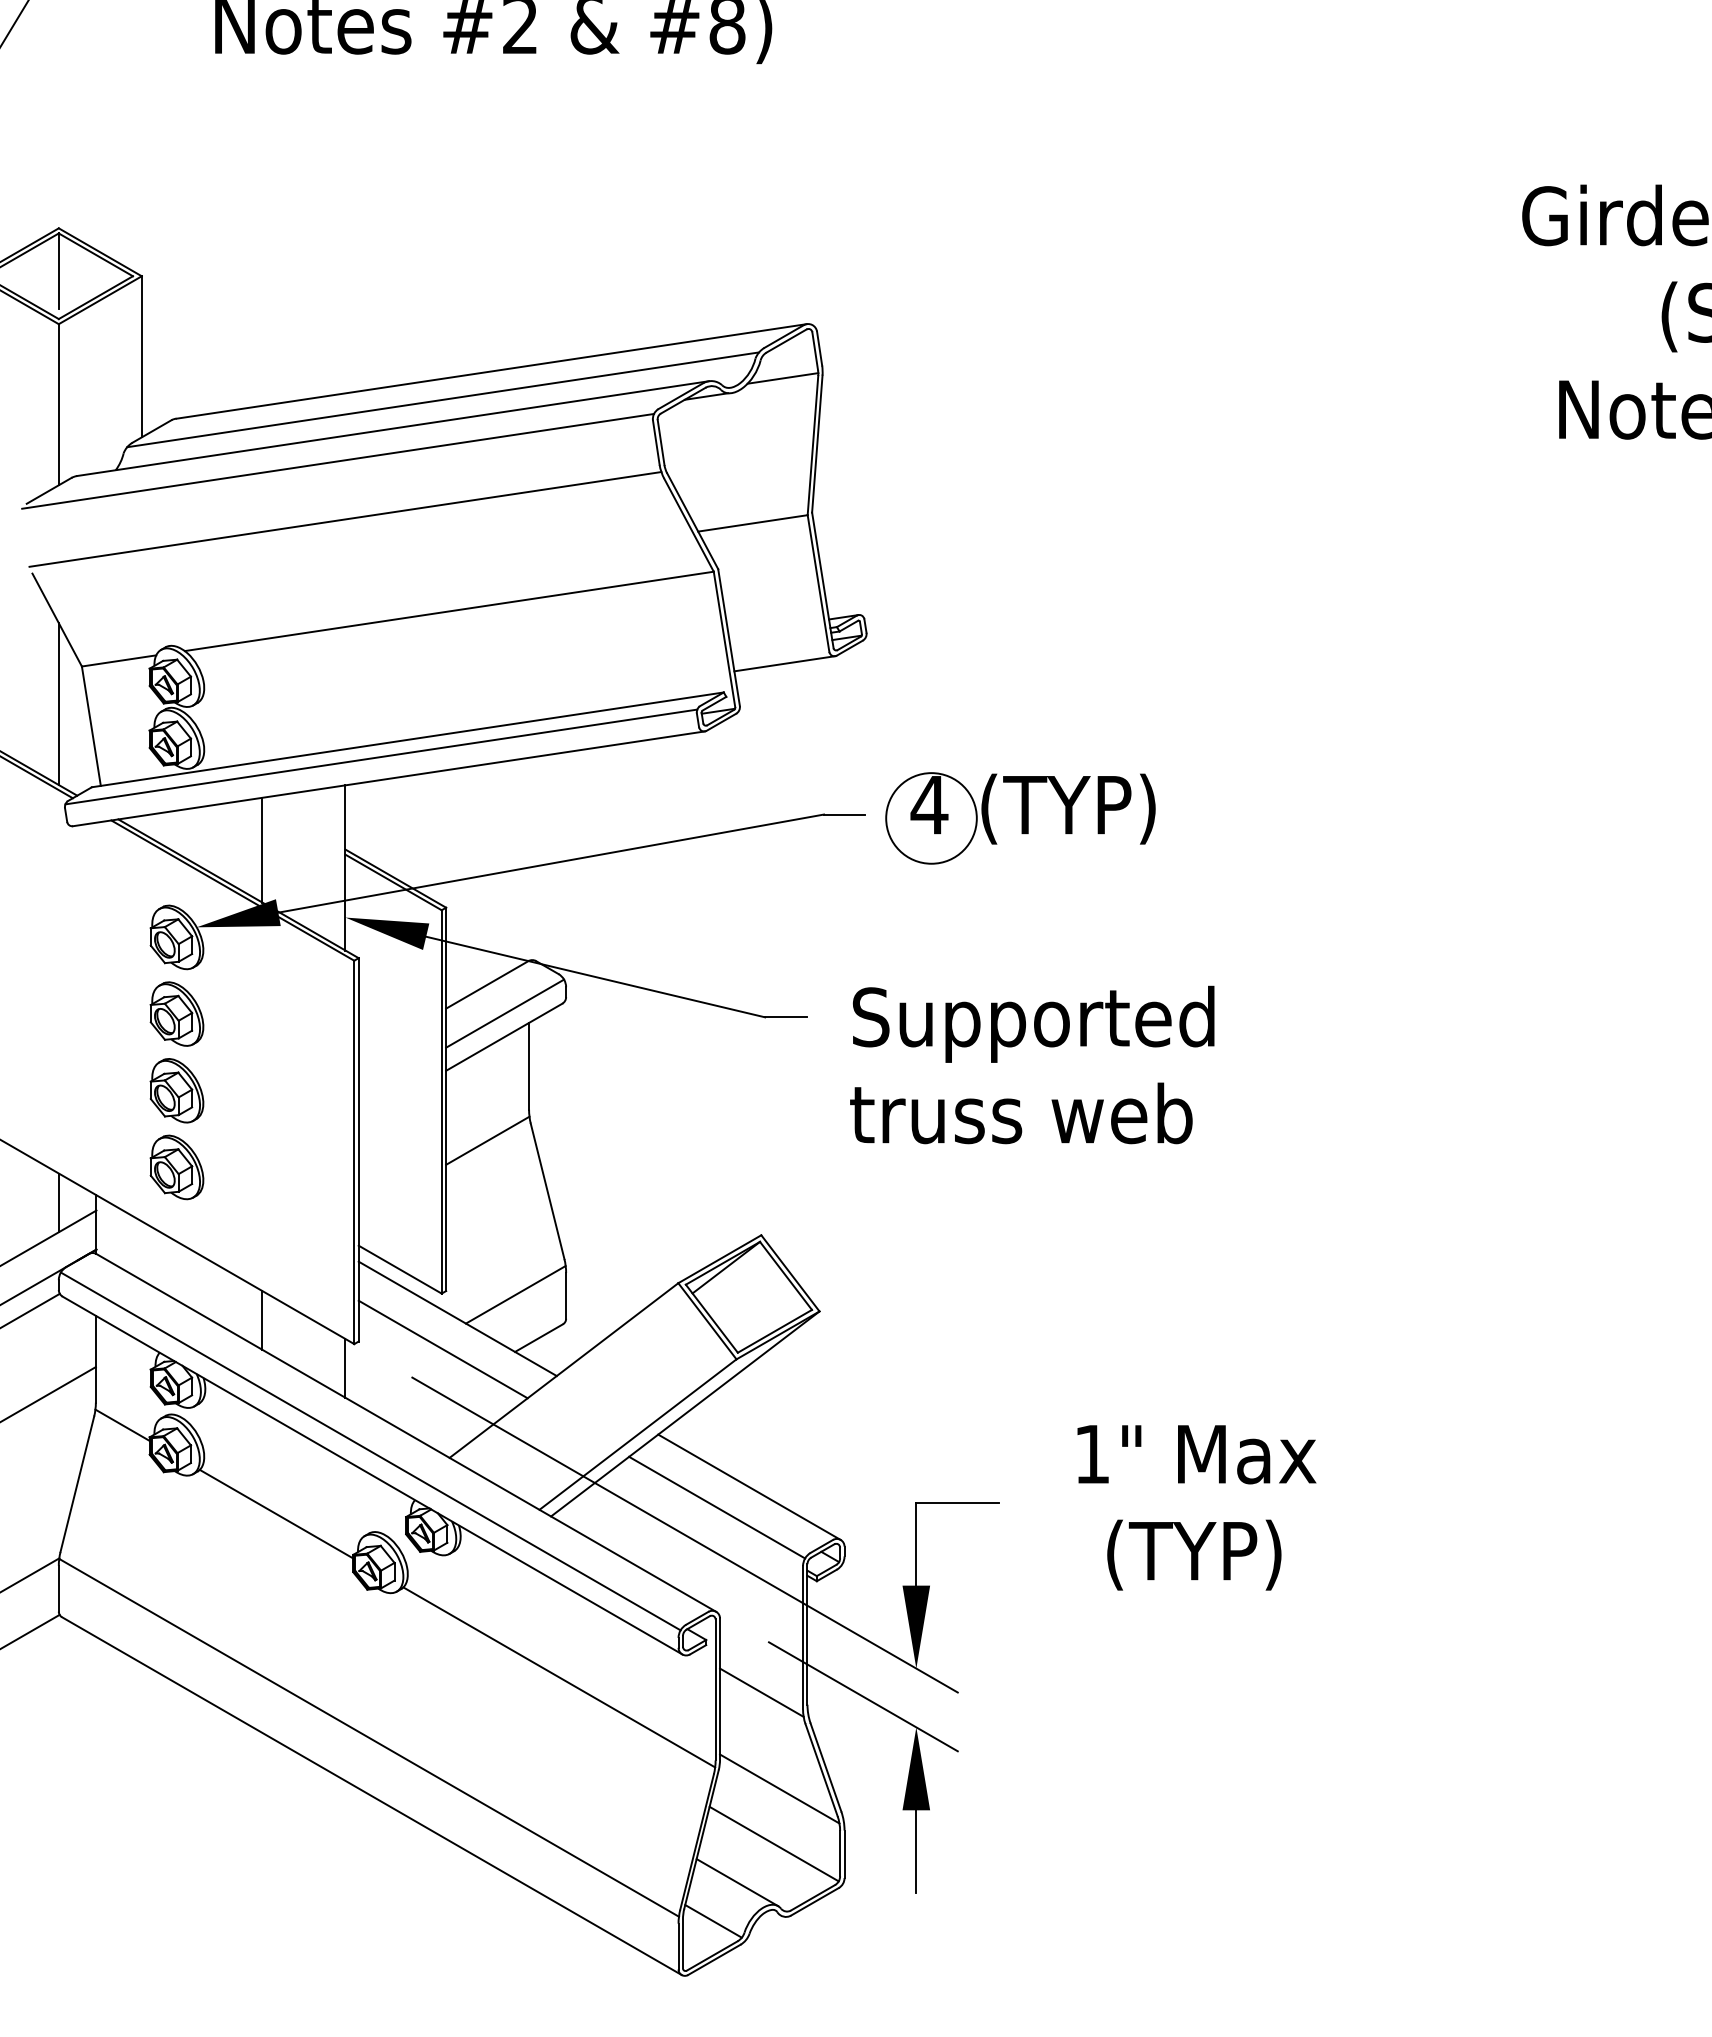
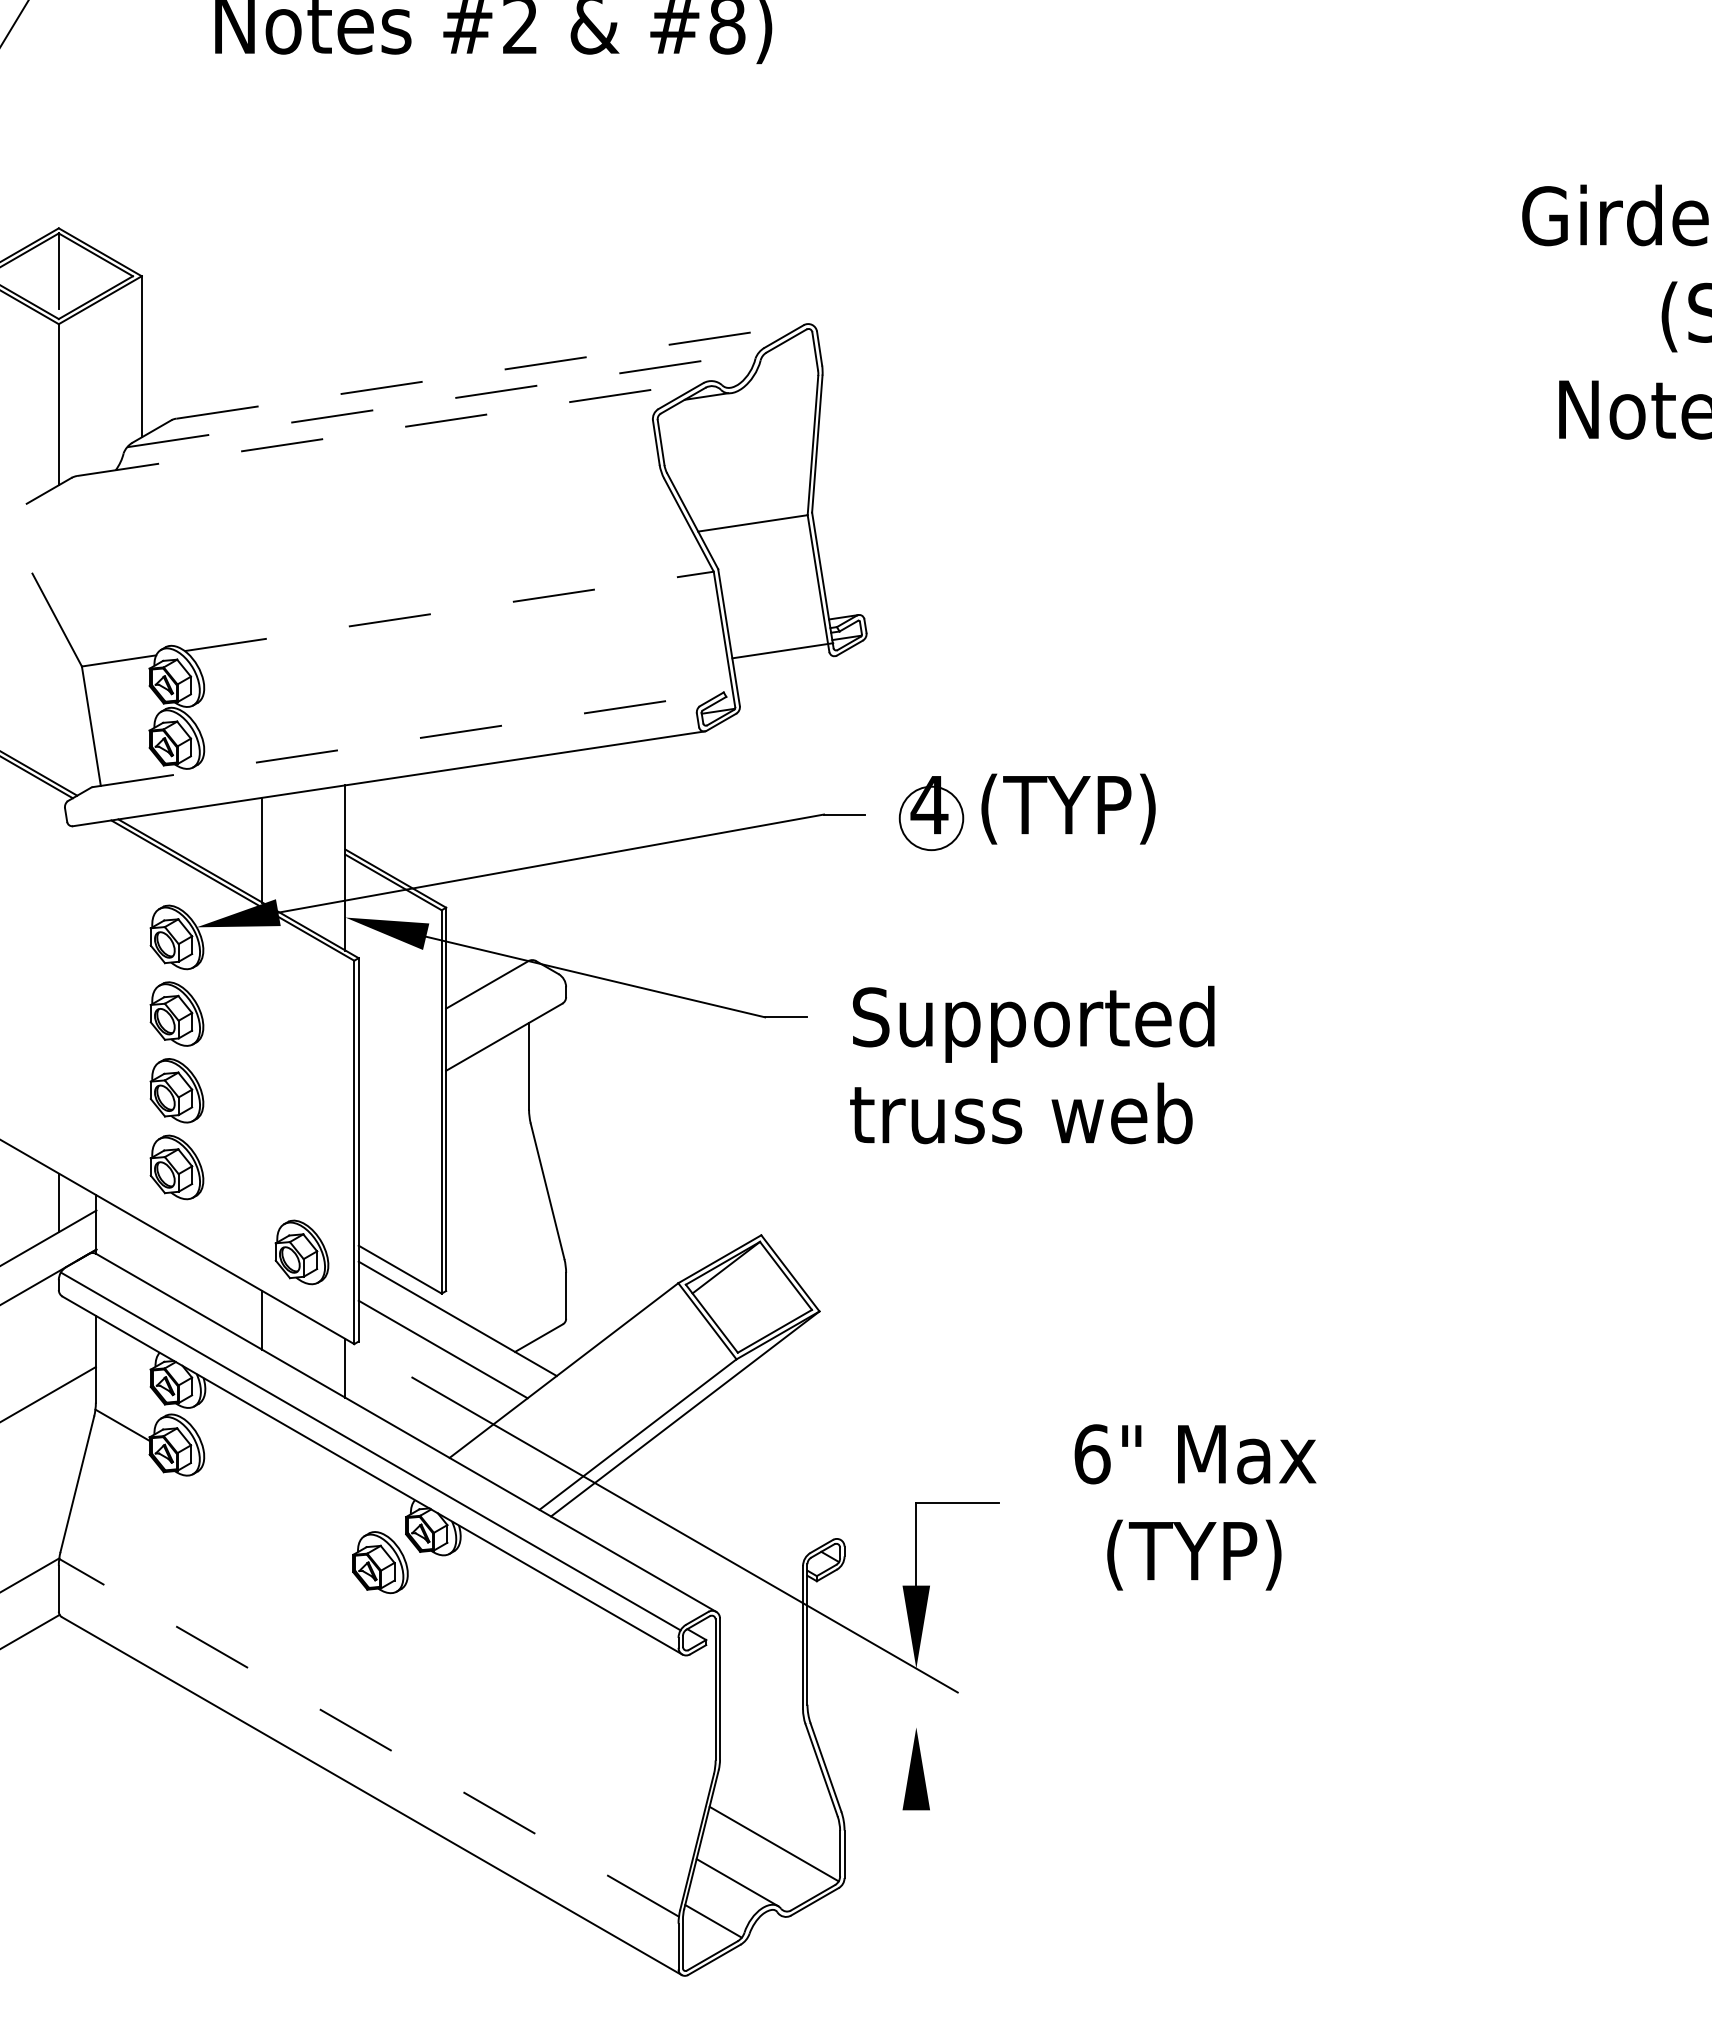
line at (491, 371): solid -> dashed
line at (782, 378): present -> none
line at (443, 399): solid -> dashed
line at (393, 428): solid -> dashed
line at (338, 460): present -> none
line at (345, 519): present -> none
line at (449, 611): solid -> dashed
line at (784, 663) position: (784, 663) -> (782, 650)
line at (58, 704): present -> none
line at (408, 739): solid -> dashed
line at (381, 756): present -> none
circle at (931, 818) diameter: 91 px -> 63 px
line at (505, 1013): present -> none
line at (487, 1140): present -> none
part at (301, 1252): none -> present
line at (515, 1294): present -> none
line at (30, 1309): present -> none
text at (1092, 1454): 1" -> 6"
line at (749, 1486): present -> none
line at (717, 1507): present -> none
line at (276, 1513): present -> none
line at (559, 1677): present -> none
line at (761, 1692): present -> none
line at (862, 1696): present -> none
line at (369, 1737): solid -> dashed
line at (779, 1788): present -> none
line at (916, 1851): present -> none
